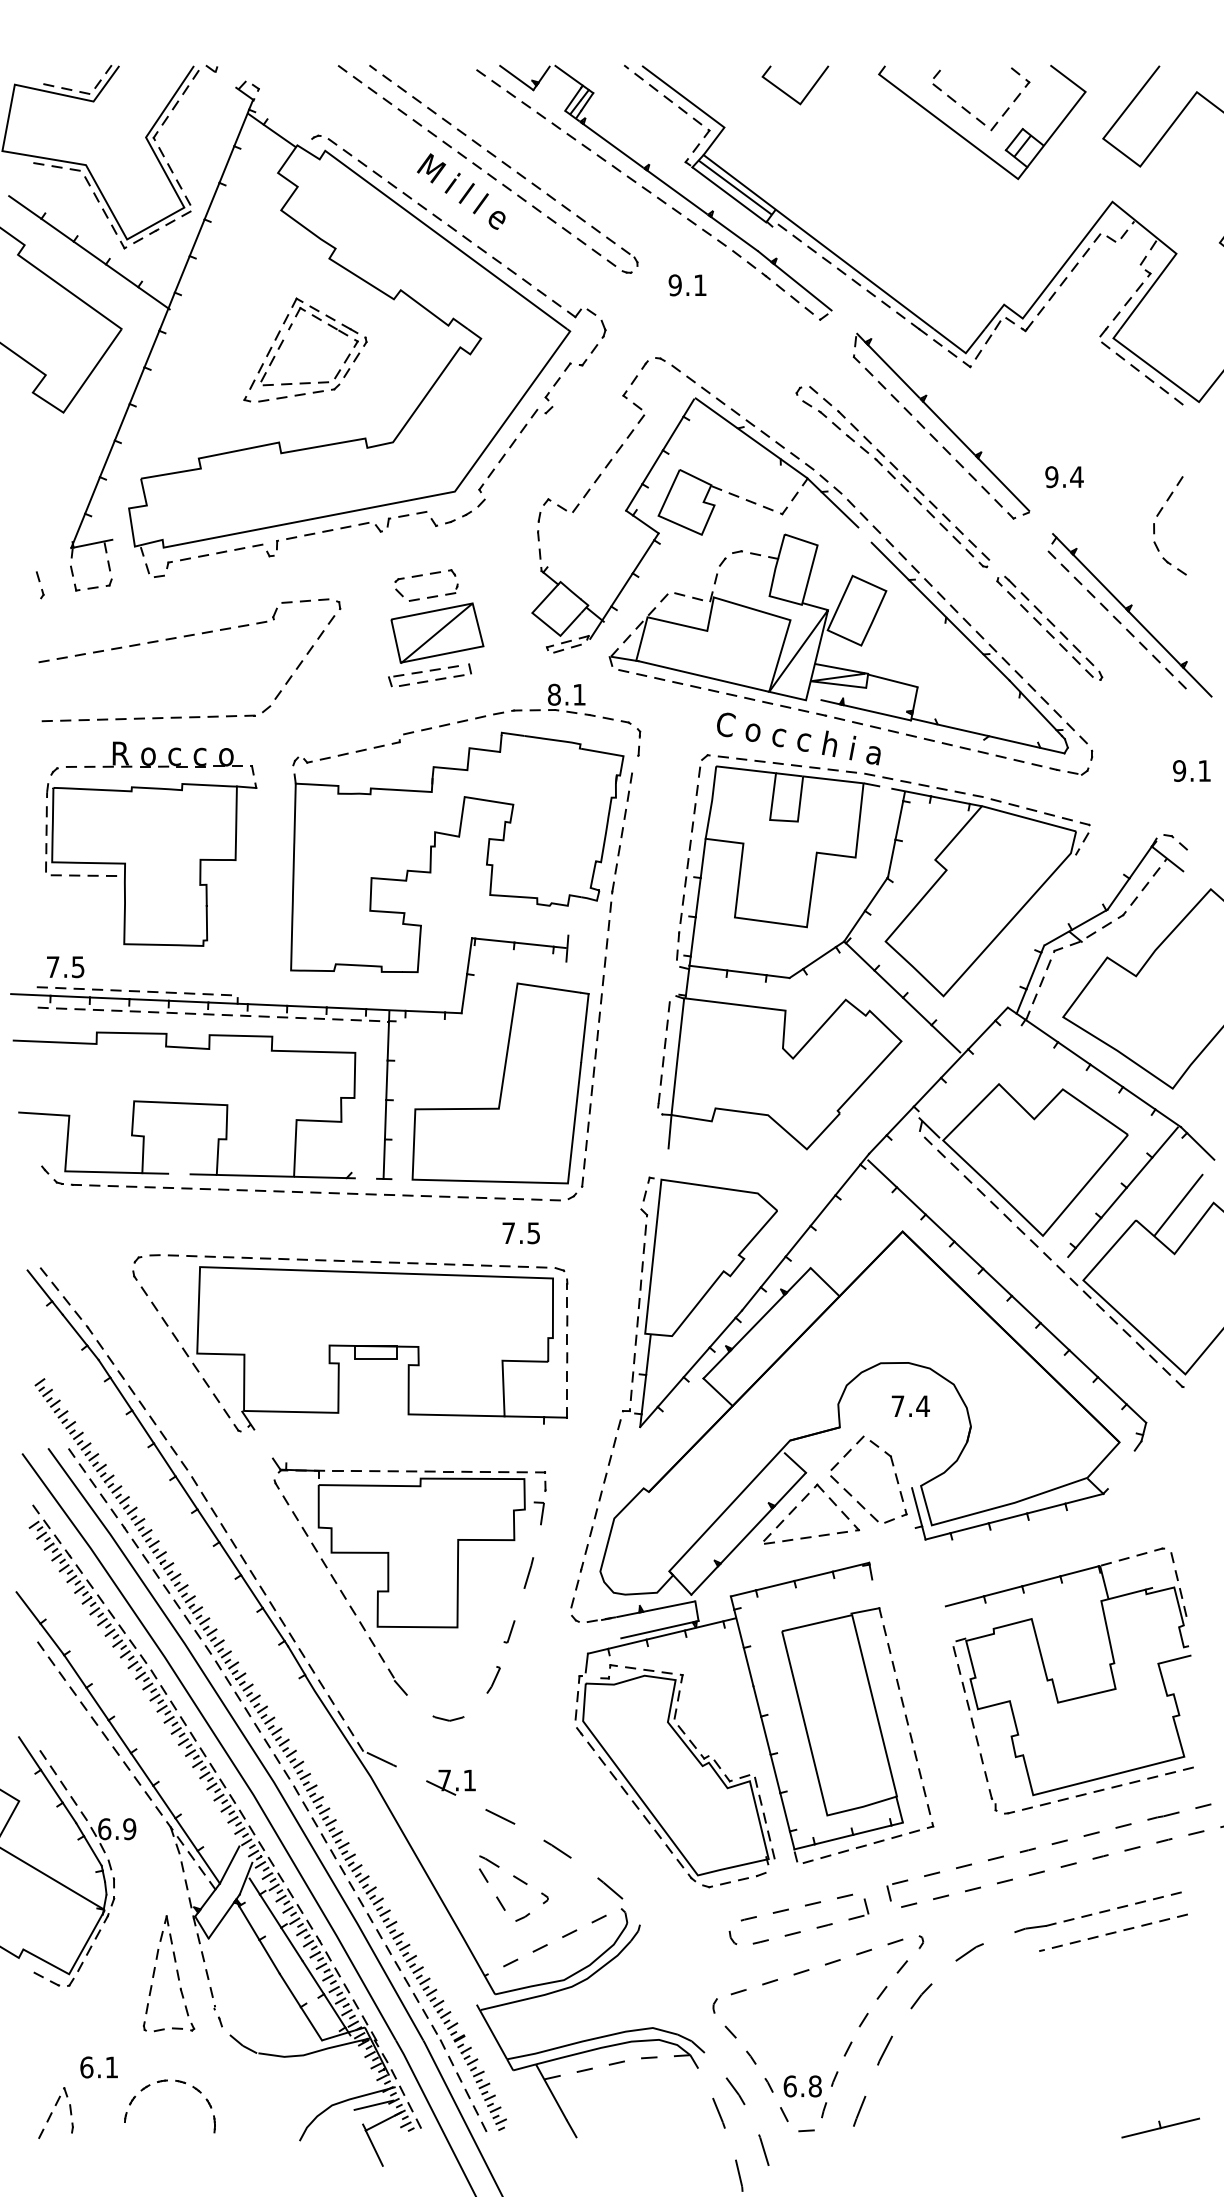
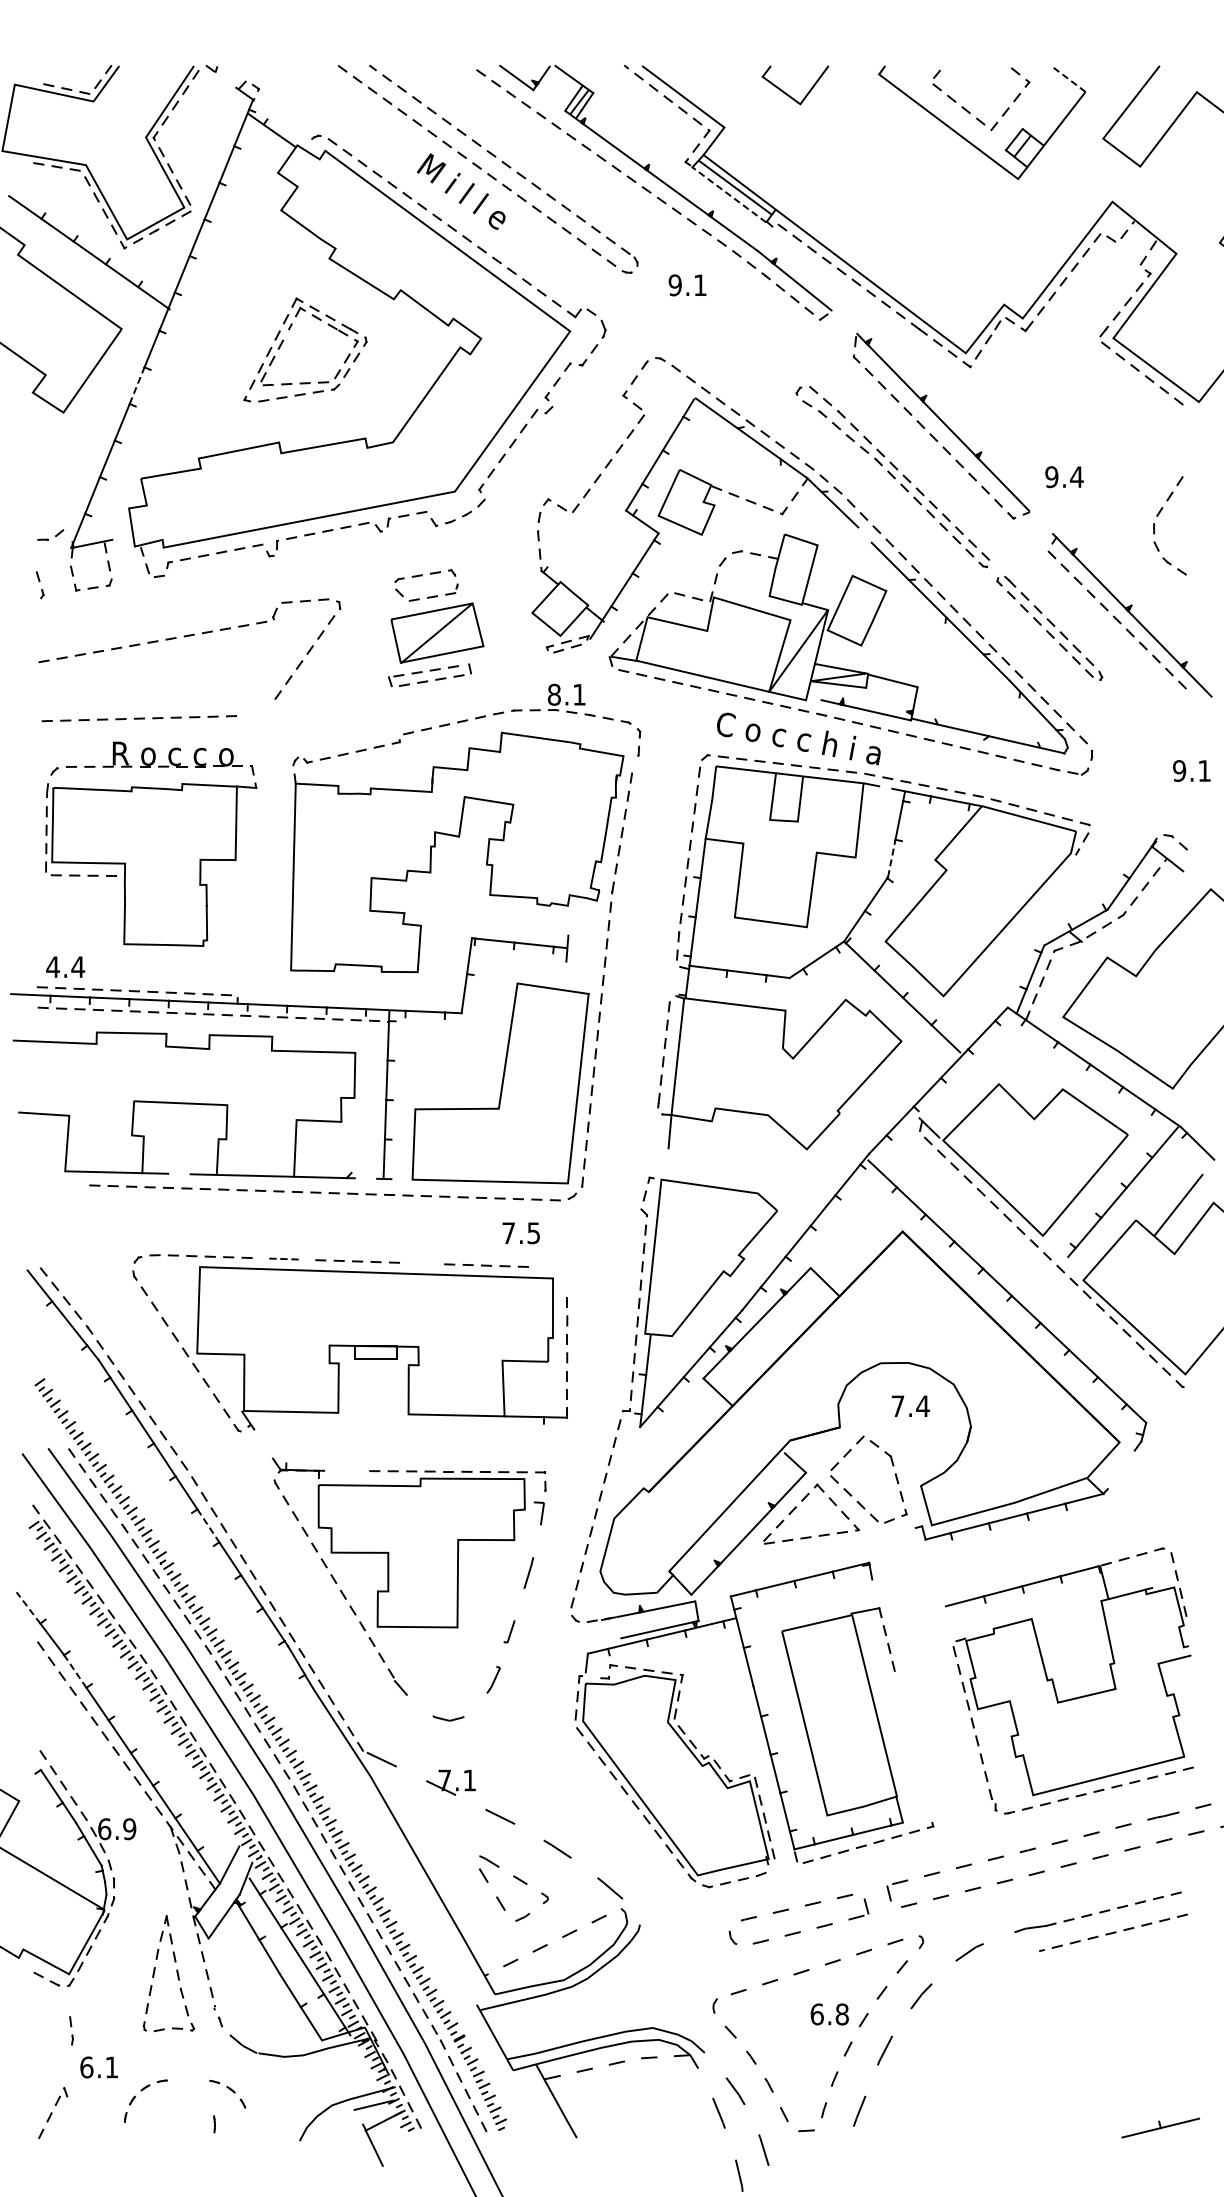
line at (1068, 78): solid -> dashed
line at (728, 194): solid -> dashed
line at (137, 385): solid -> dashed
part at (257, 710) position: (257, 710) -> (50, 534)
line at (891, 857): solid -> dashed
text at (65, 967): 7.5 -> 4.4
part at (61, 1182): present -> none
part at (283, 1258) size: 48x4 px -> 30x4 px
part at (421, 1263): present -> none
part at (556, 1269): present -> none
line at (343, 1470): present -> none
line at (917, 1507): present -> none
line at (208, 1525): solid -> dashed
line at (28, 1607): solid -> dashed
line at (75, 1671): solid -> dashed
part at (913, 1746): present -> none
line at (29, 1753): present -> none
text at (802, 2086) position: (802, 2086) -> (829, 2014)
part at (193, 2093) position: (193, 2093) -> (227, 2093)
part at (71, 2118) position: (71, 2118) -> (71, 2030)
